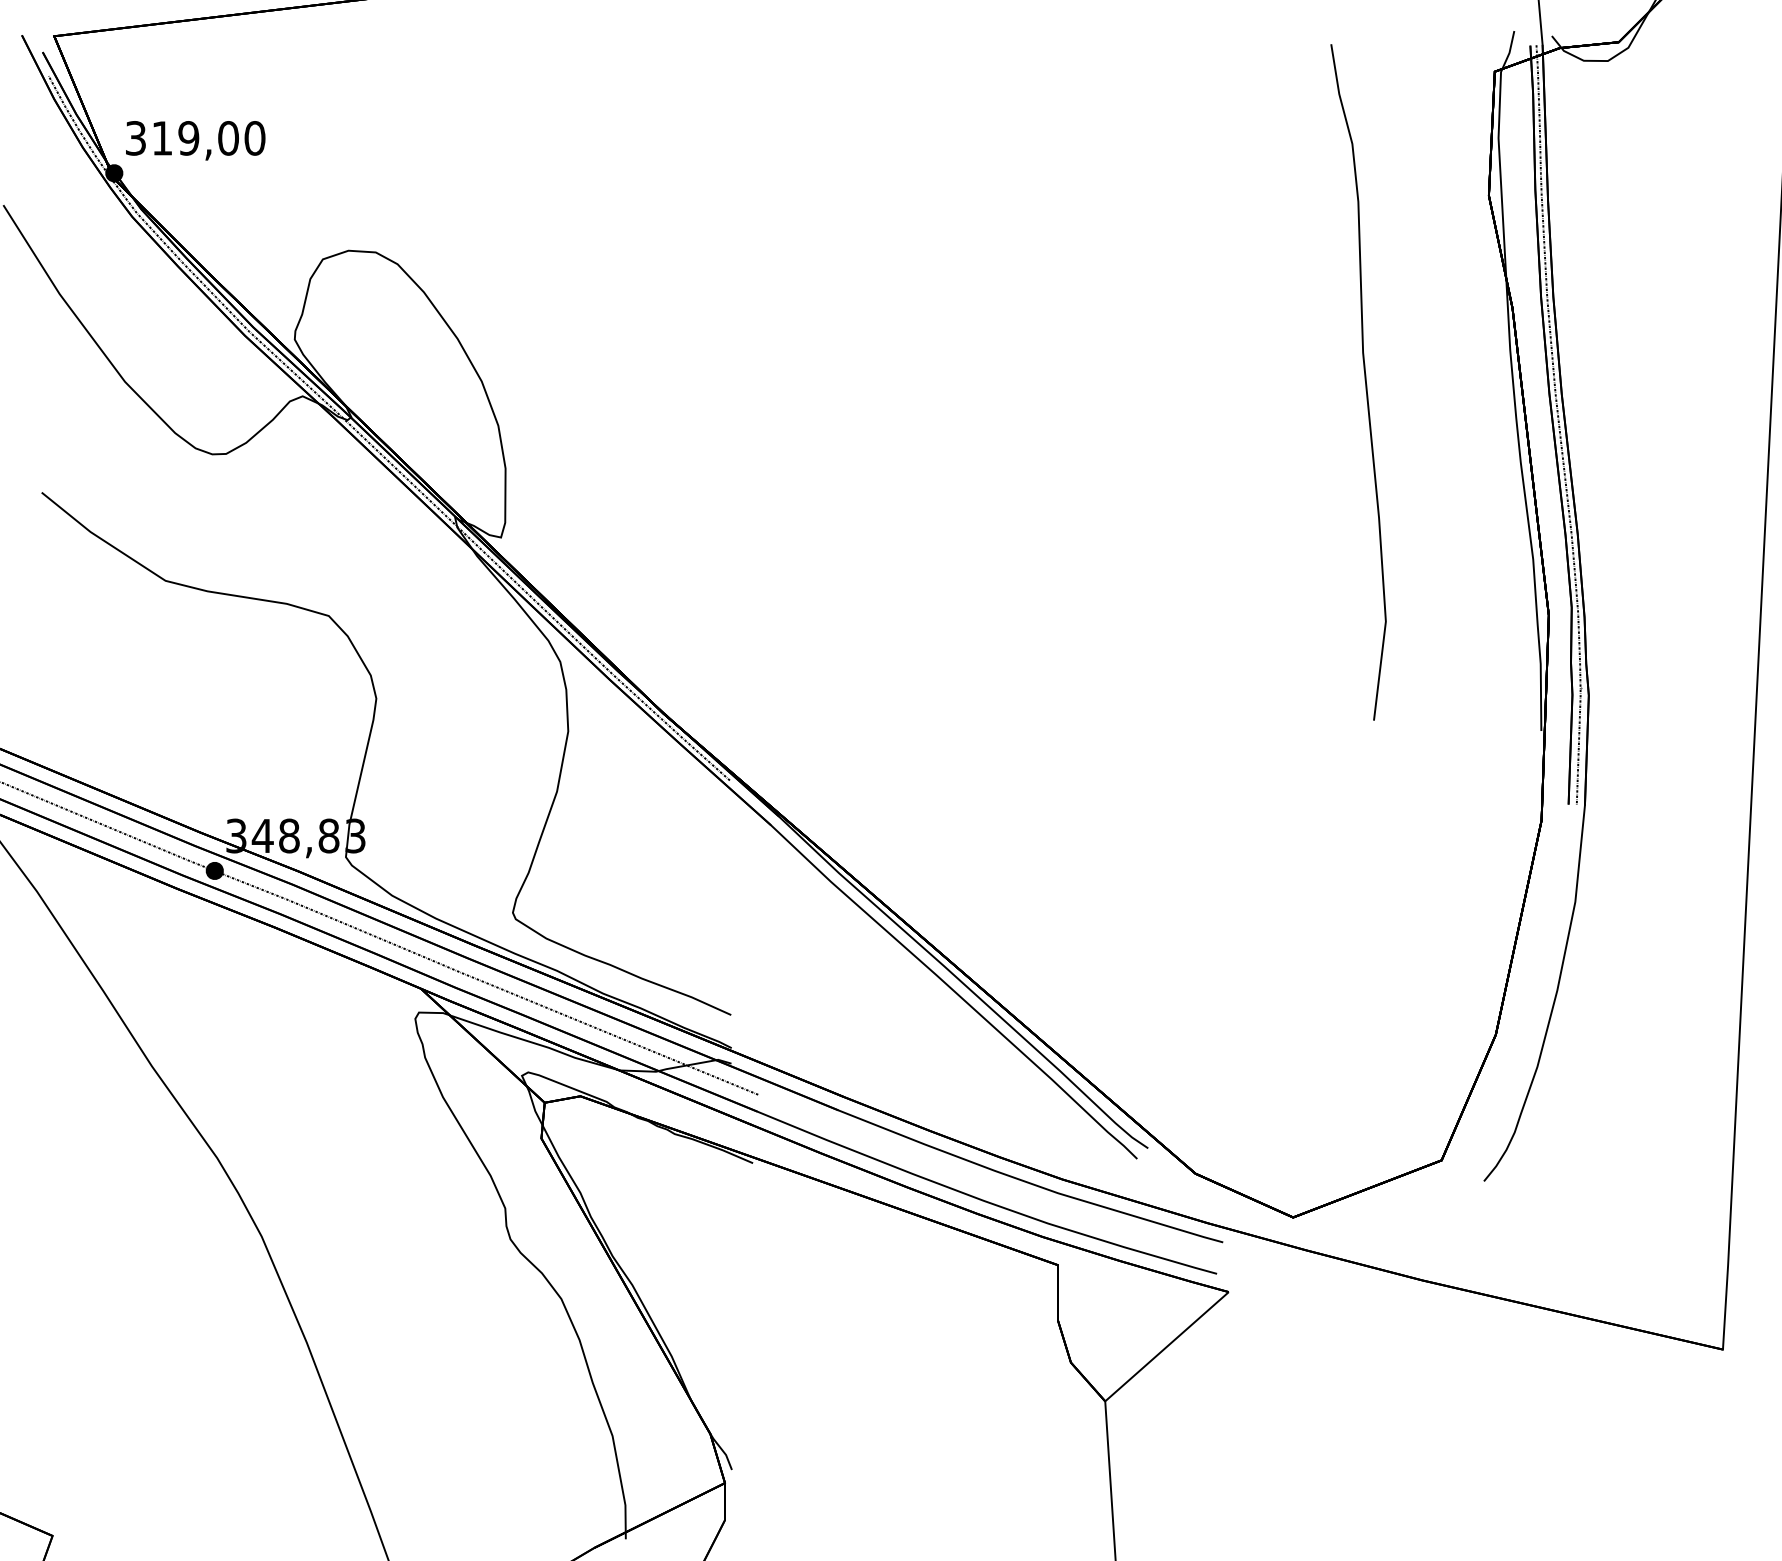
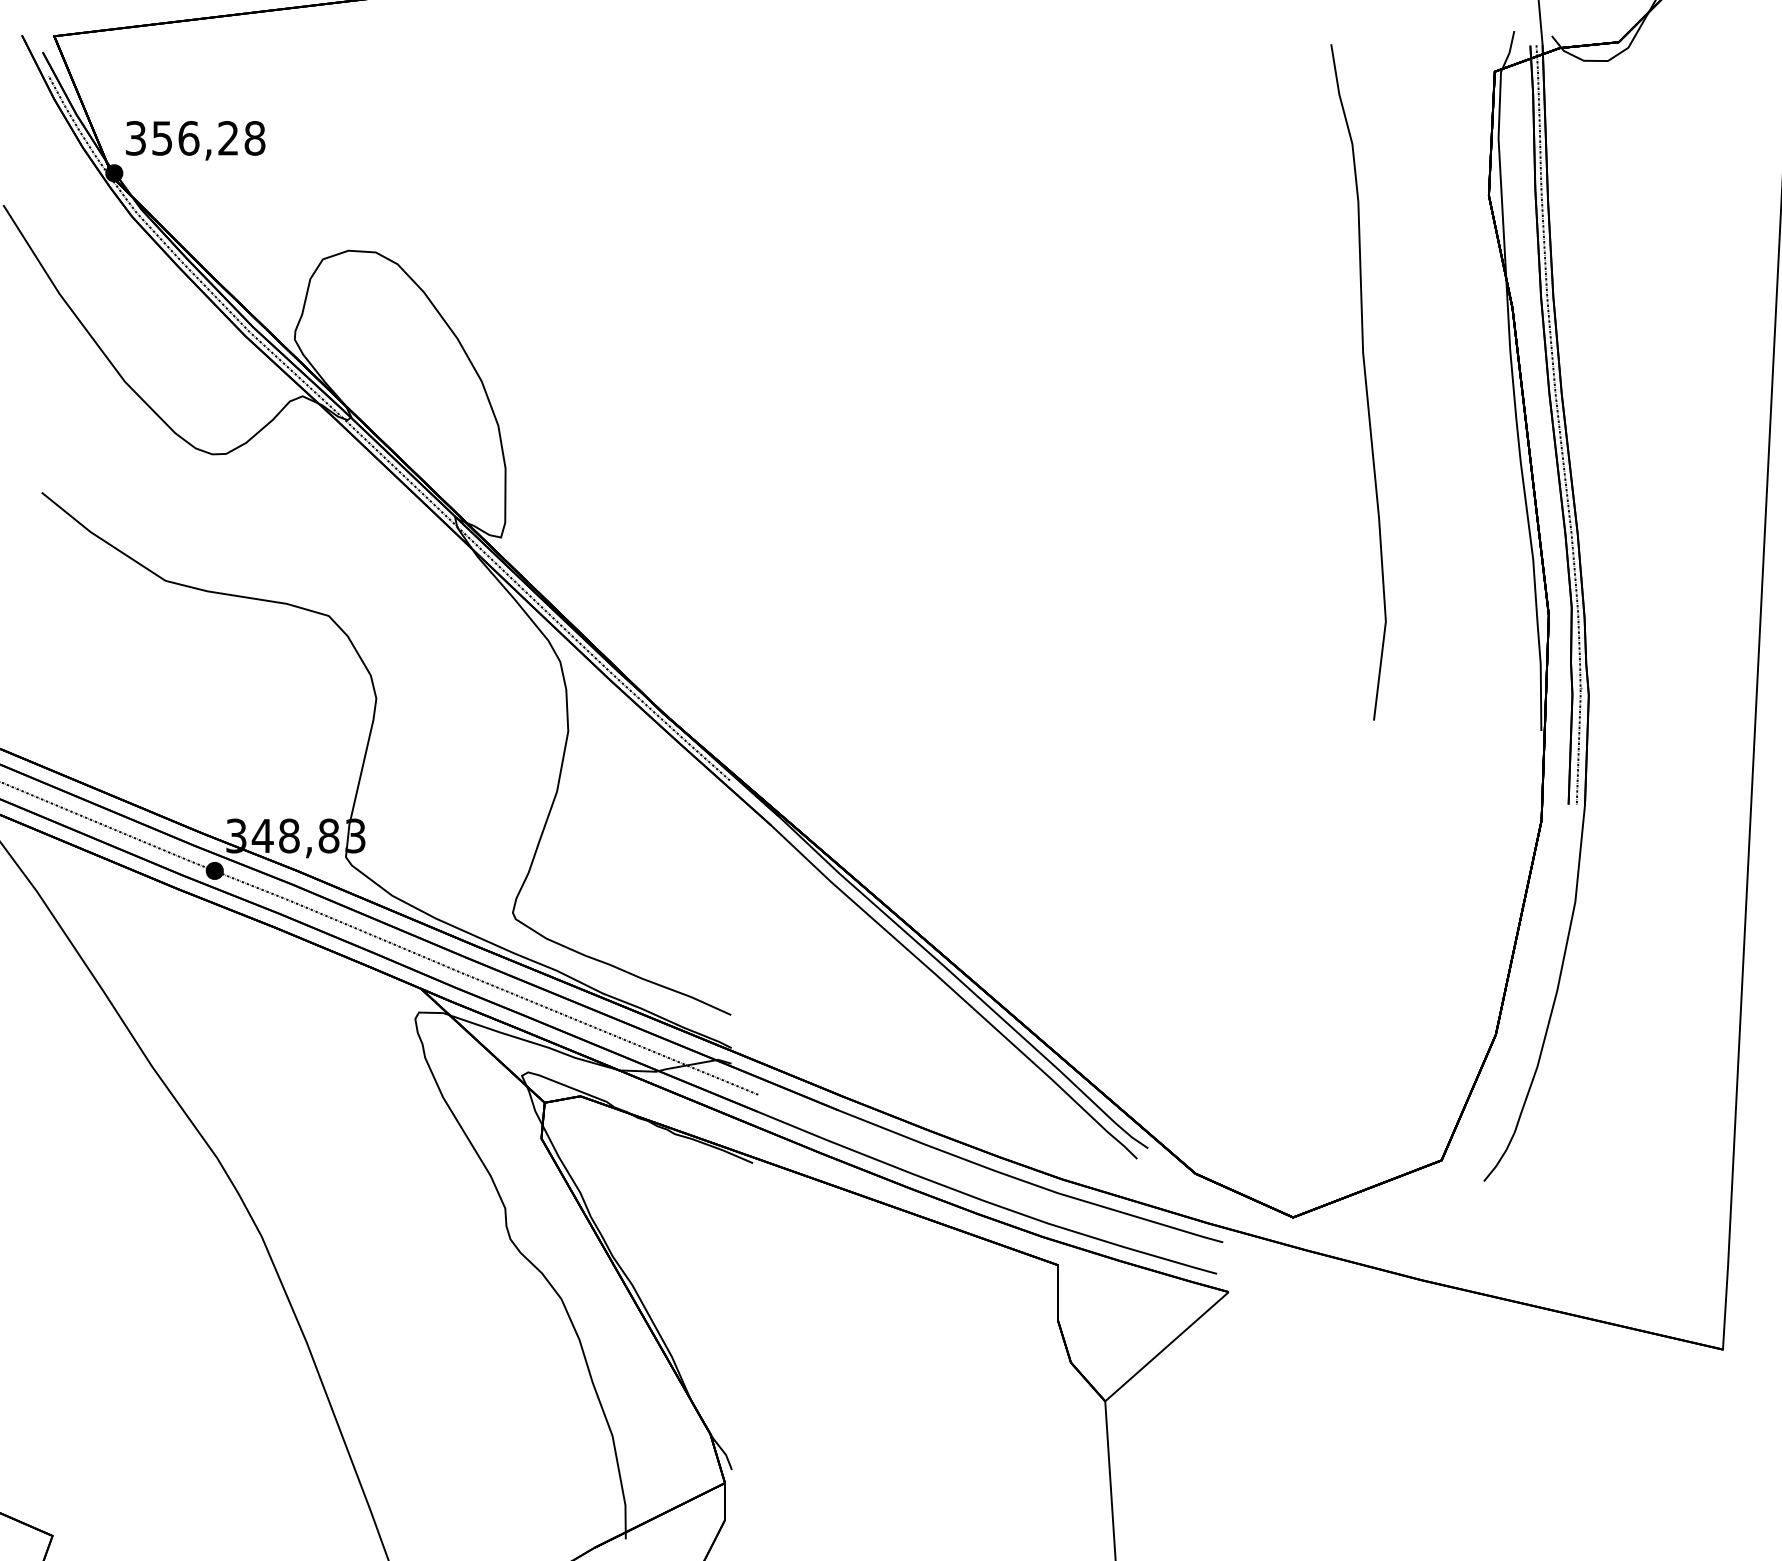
text at (208, 138): 319,00 -> 356,28
